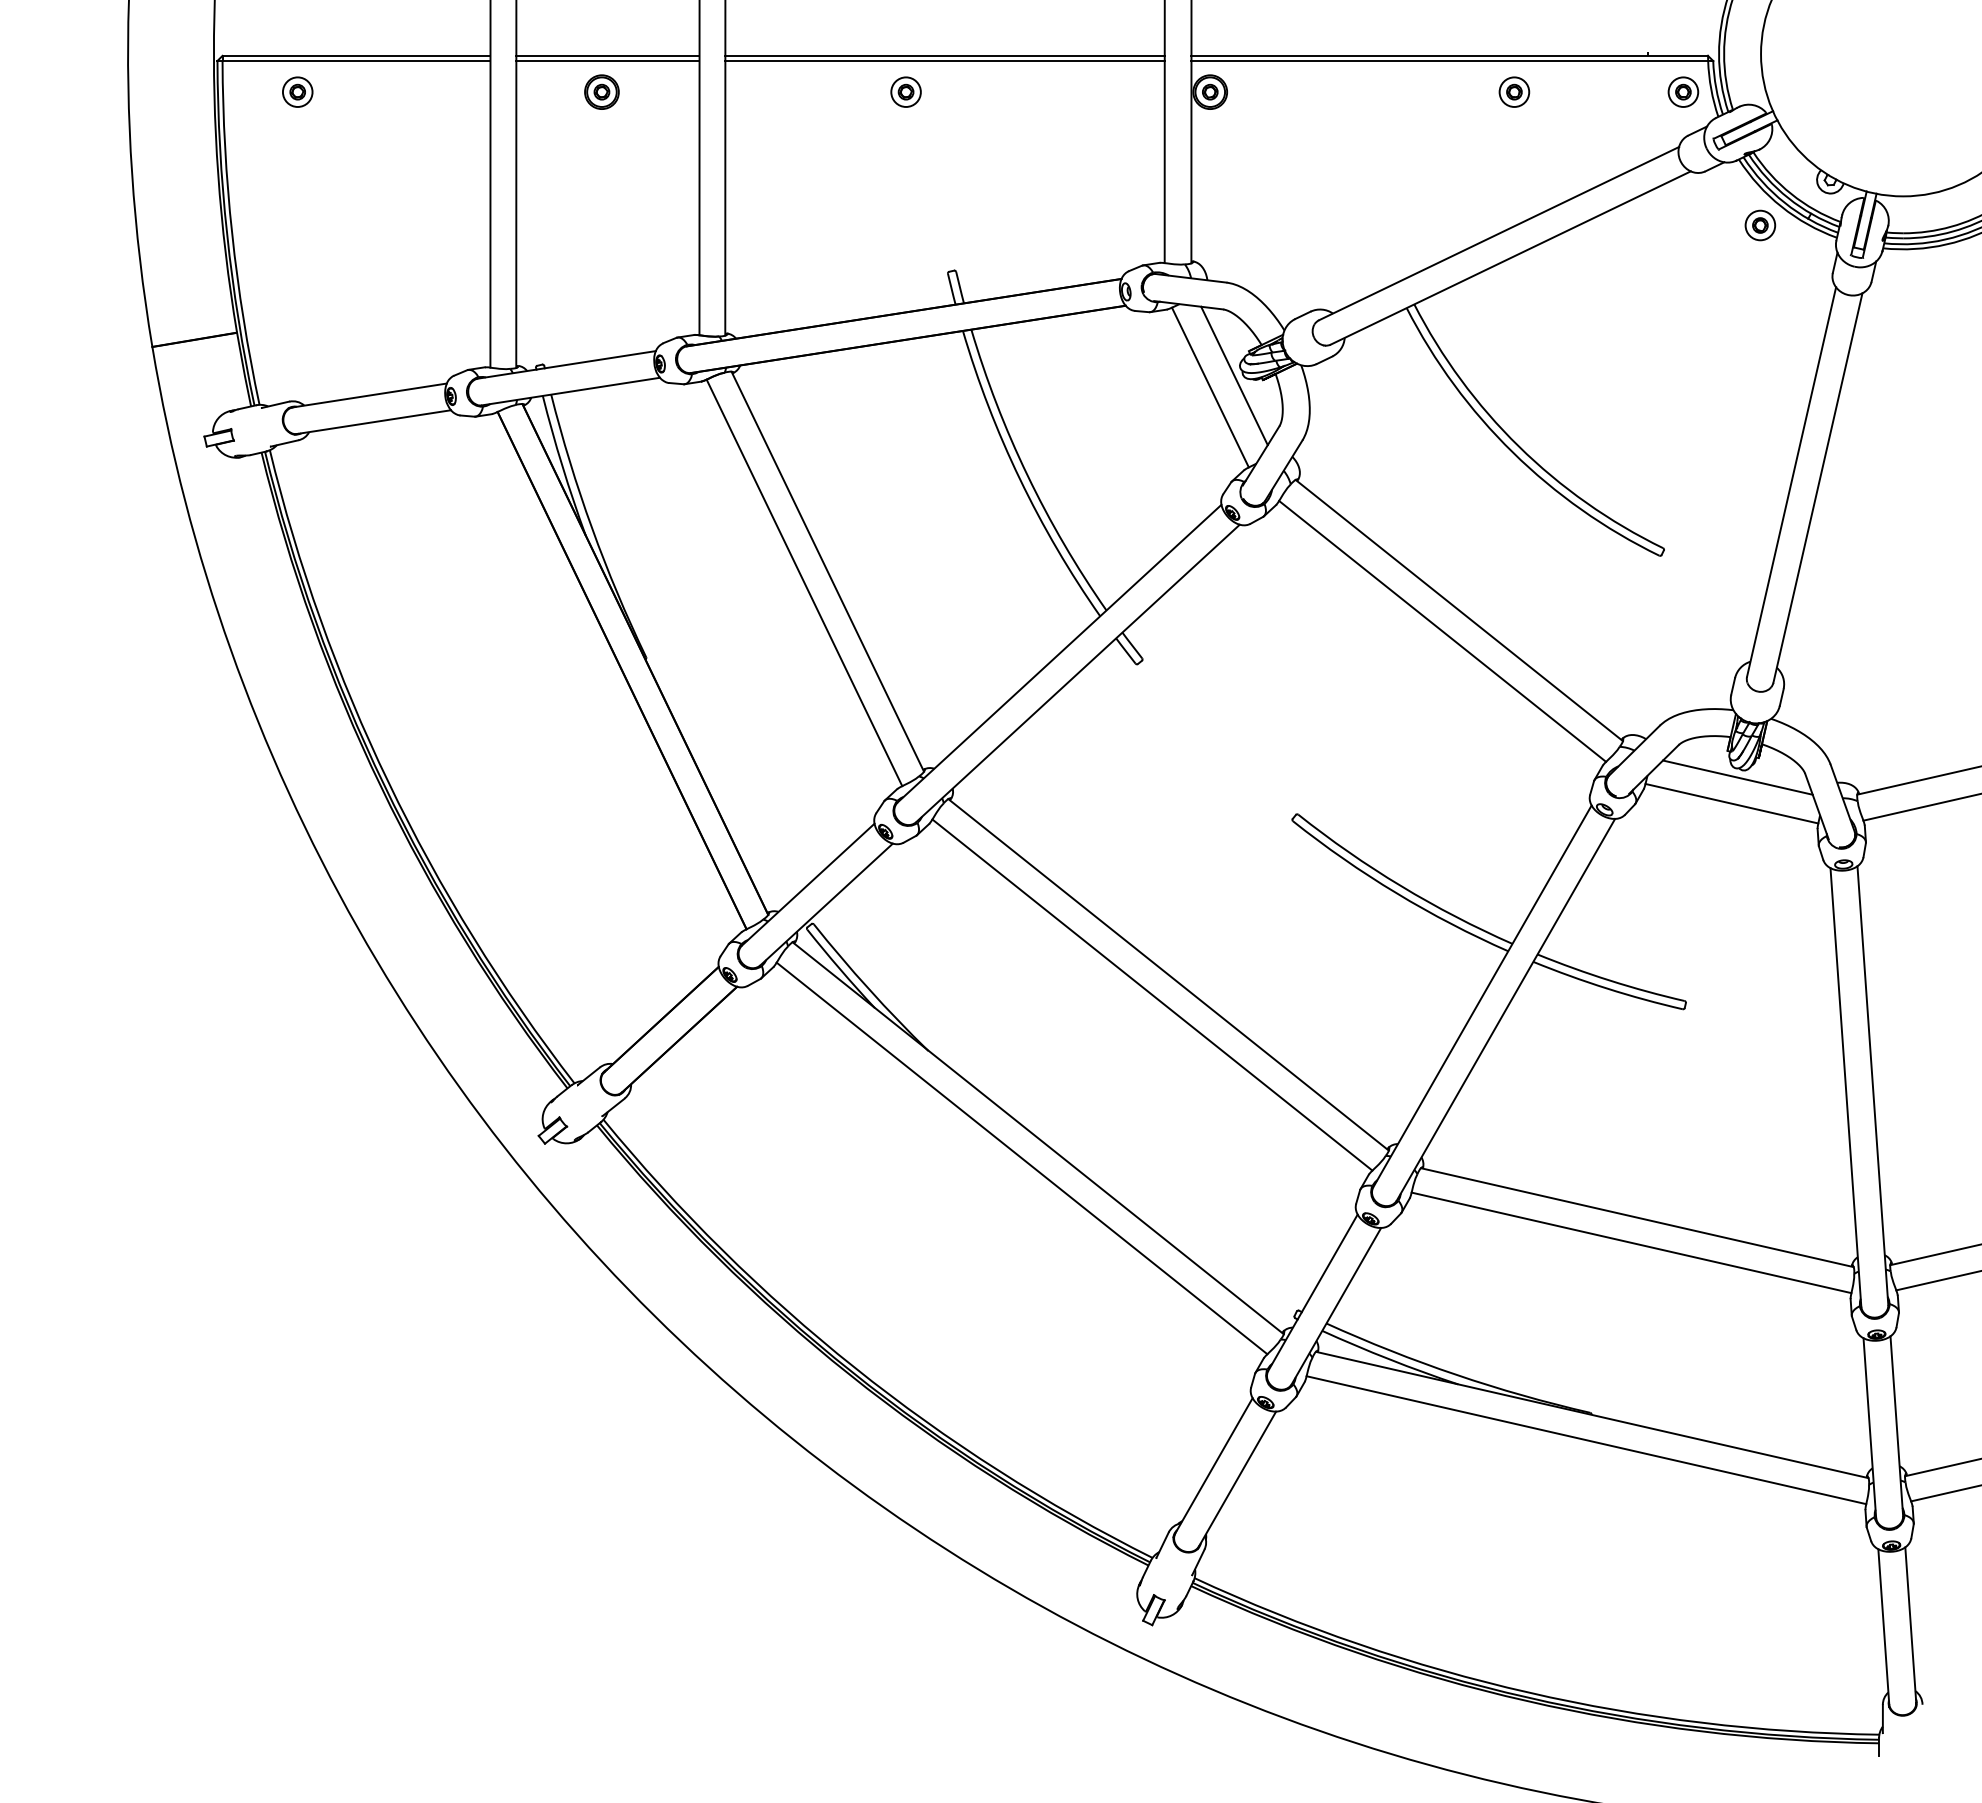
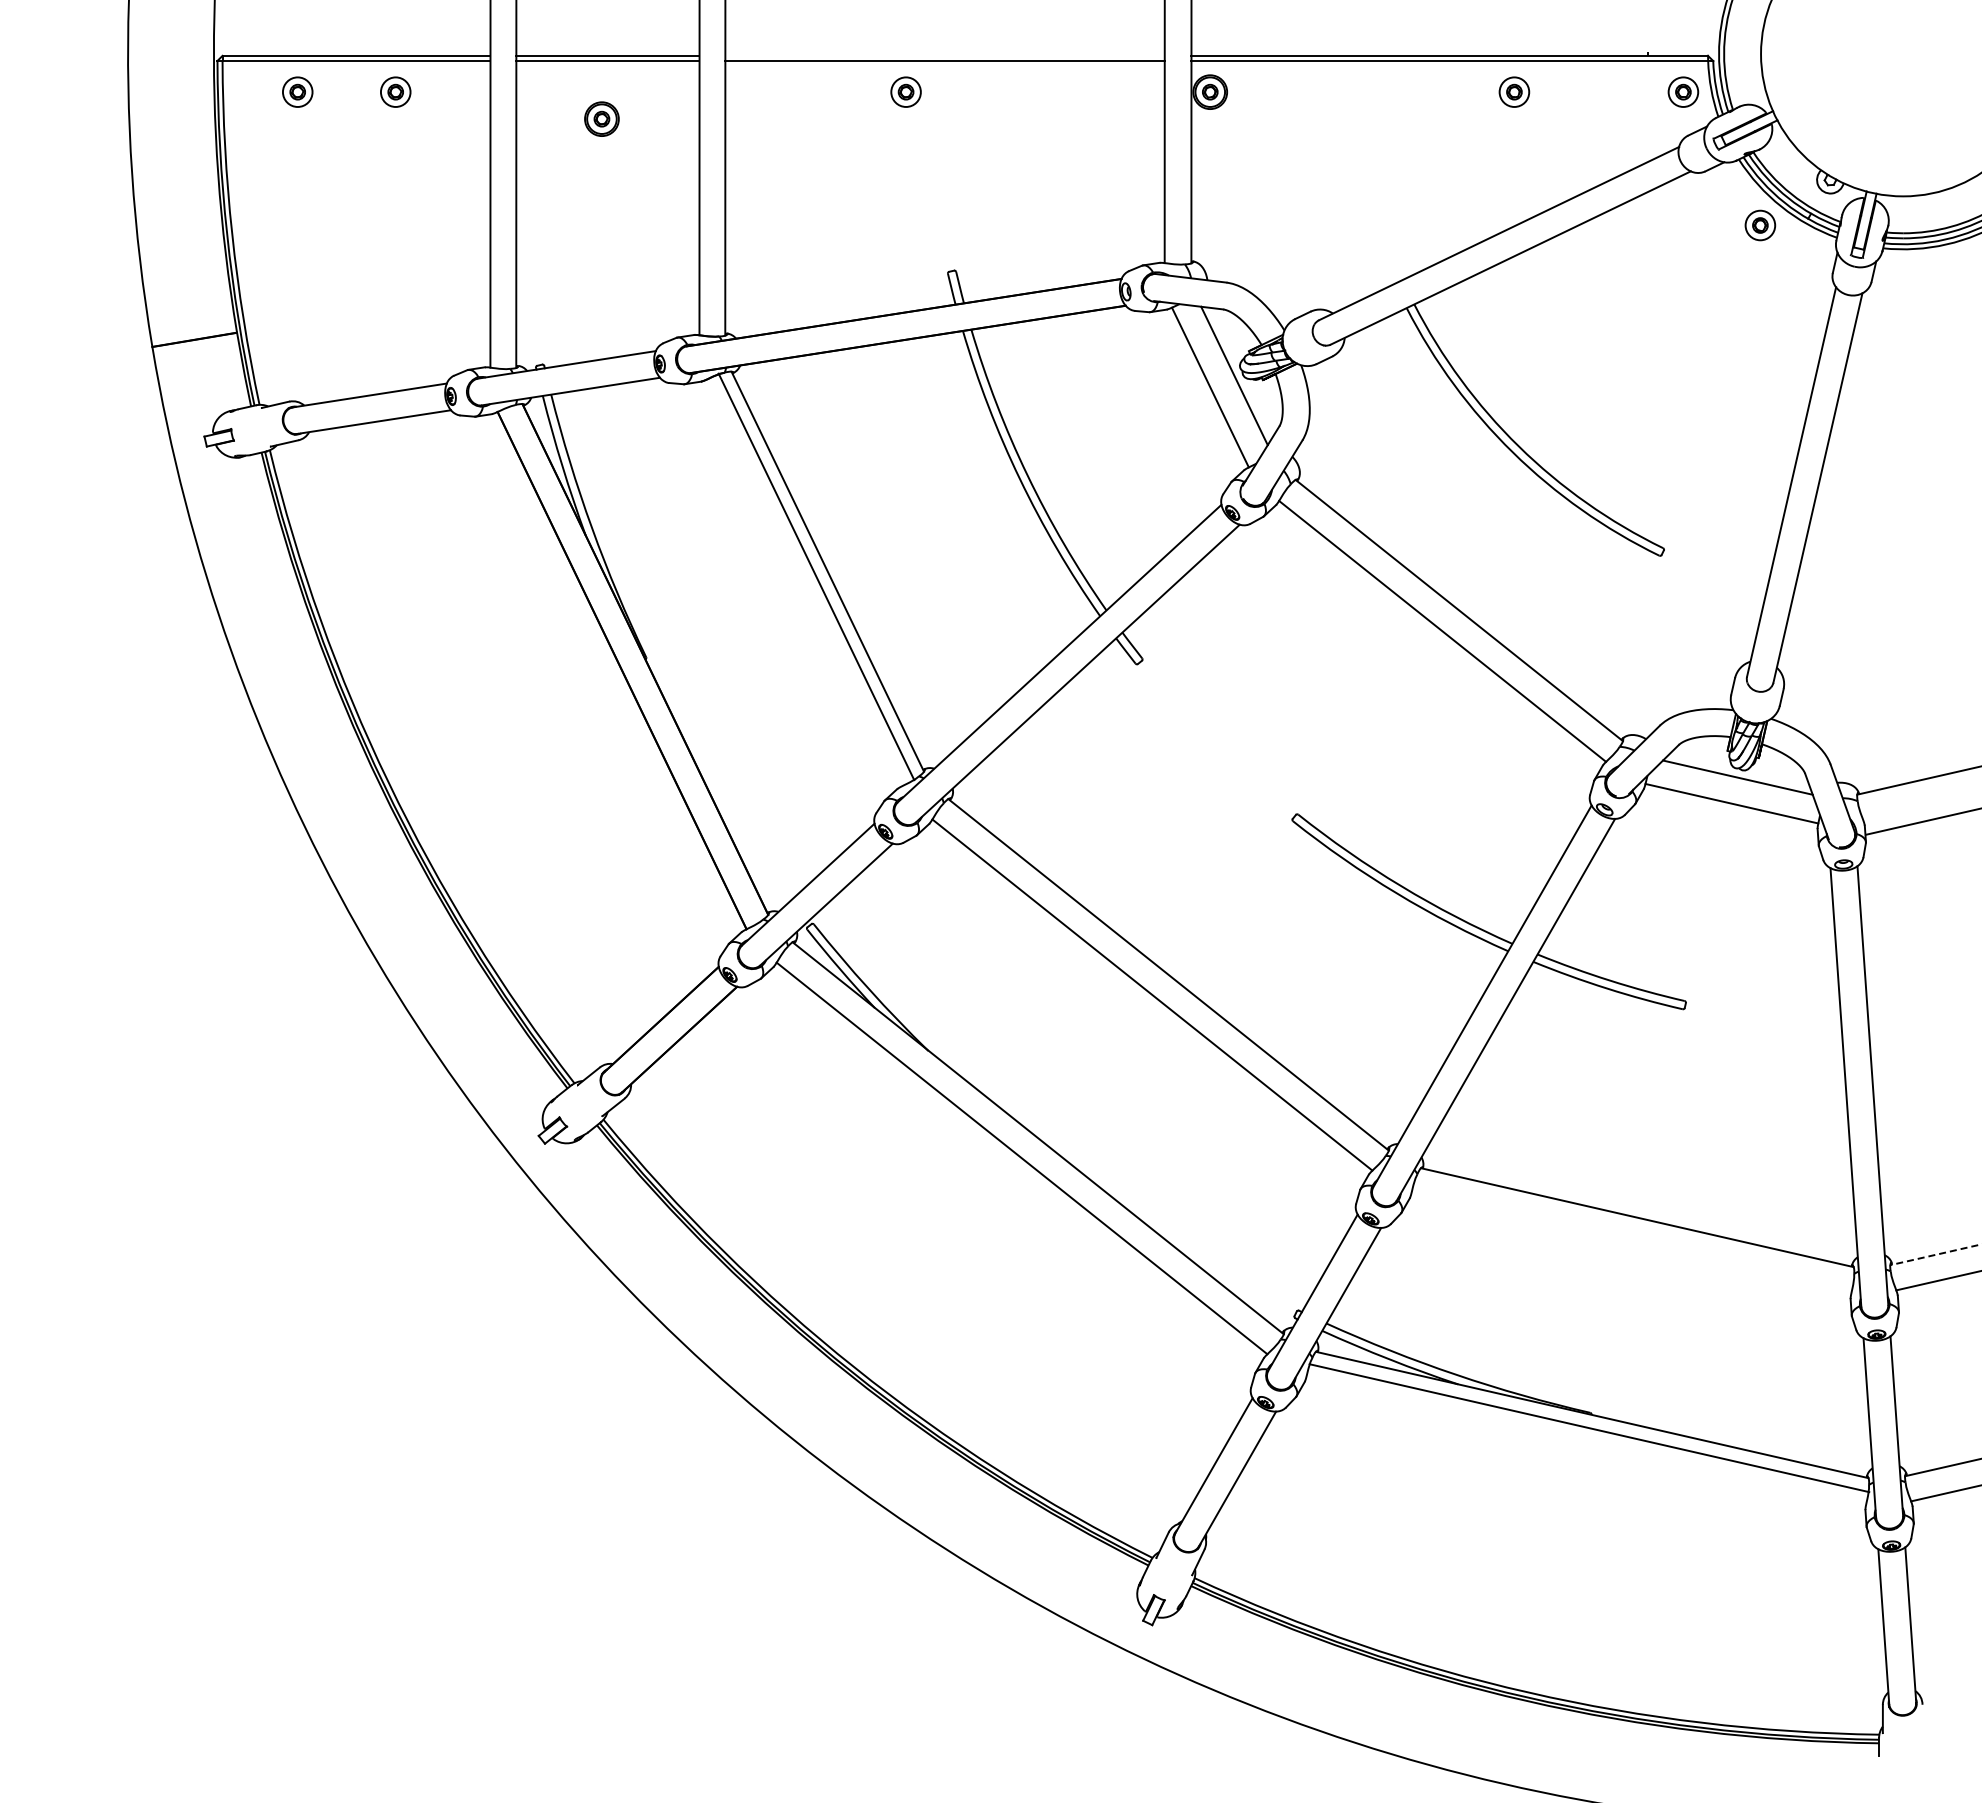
line at (944, 55): present -> none
part at (395, 91): none -> present
part at (601, 91) position: (601, 91) -> (601, 118)
line at (804, 582) position: (804, 582) -> (816, 576)
line at (1920, 807) position: (1920, 807) -> (1922, 821)
line at (1631, 1242): present -> none
line at (1935, 1254): solid -> dashed
line at (1586, 1440) position: (1586, 1440) -> (1589, 1428)
